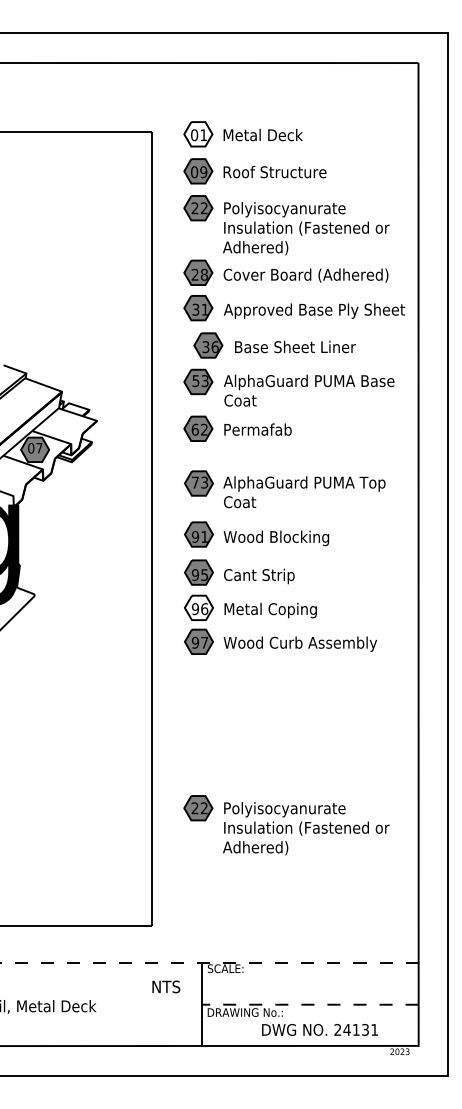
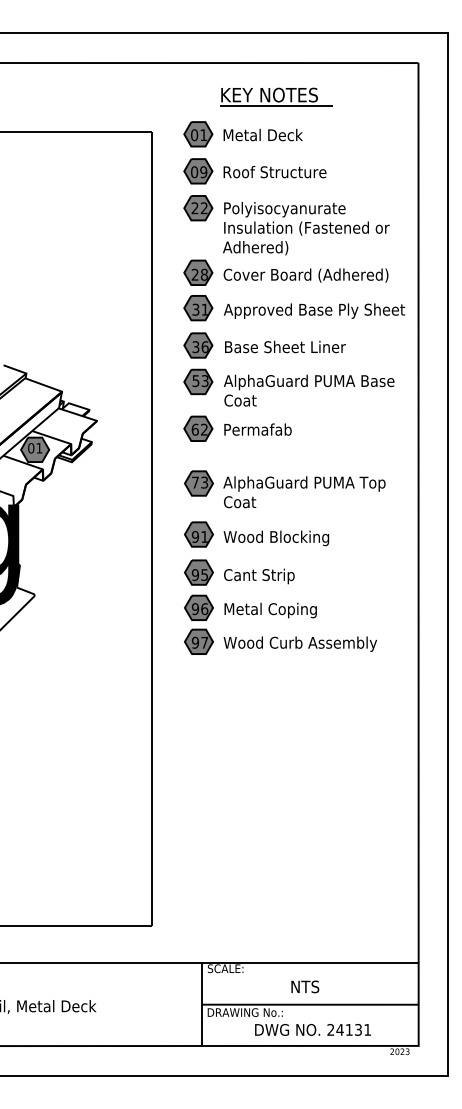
part at (276, 96): none -> present
fill at (198, 134): none -> present
part at (274, 345) position: (274, 345) -> (264, 345)
text at (39, 448): 07 -> 01
fill at (198, 607): none -> present
part at (286, 825): present -> none
line at (209, 962): dashed -> solid
text at (166, 986) position: (166, 986) -> (305, 986)
line at (309, 1004): dashed -> solid
text at (319, 1029) position: (319, 1029) -> (312, 1029)
